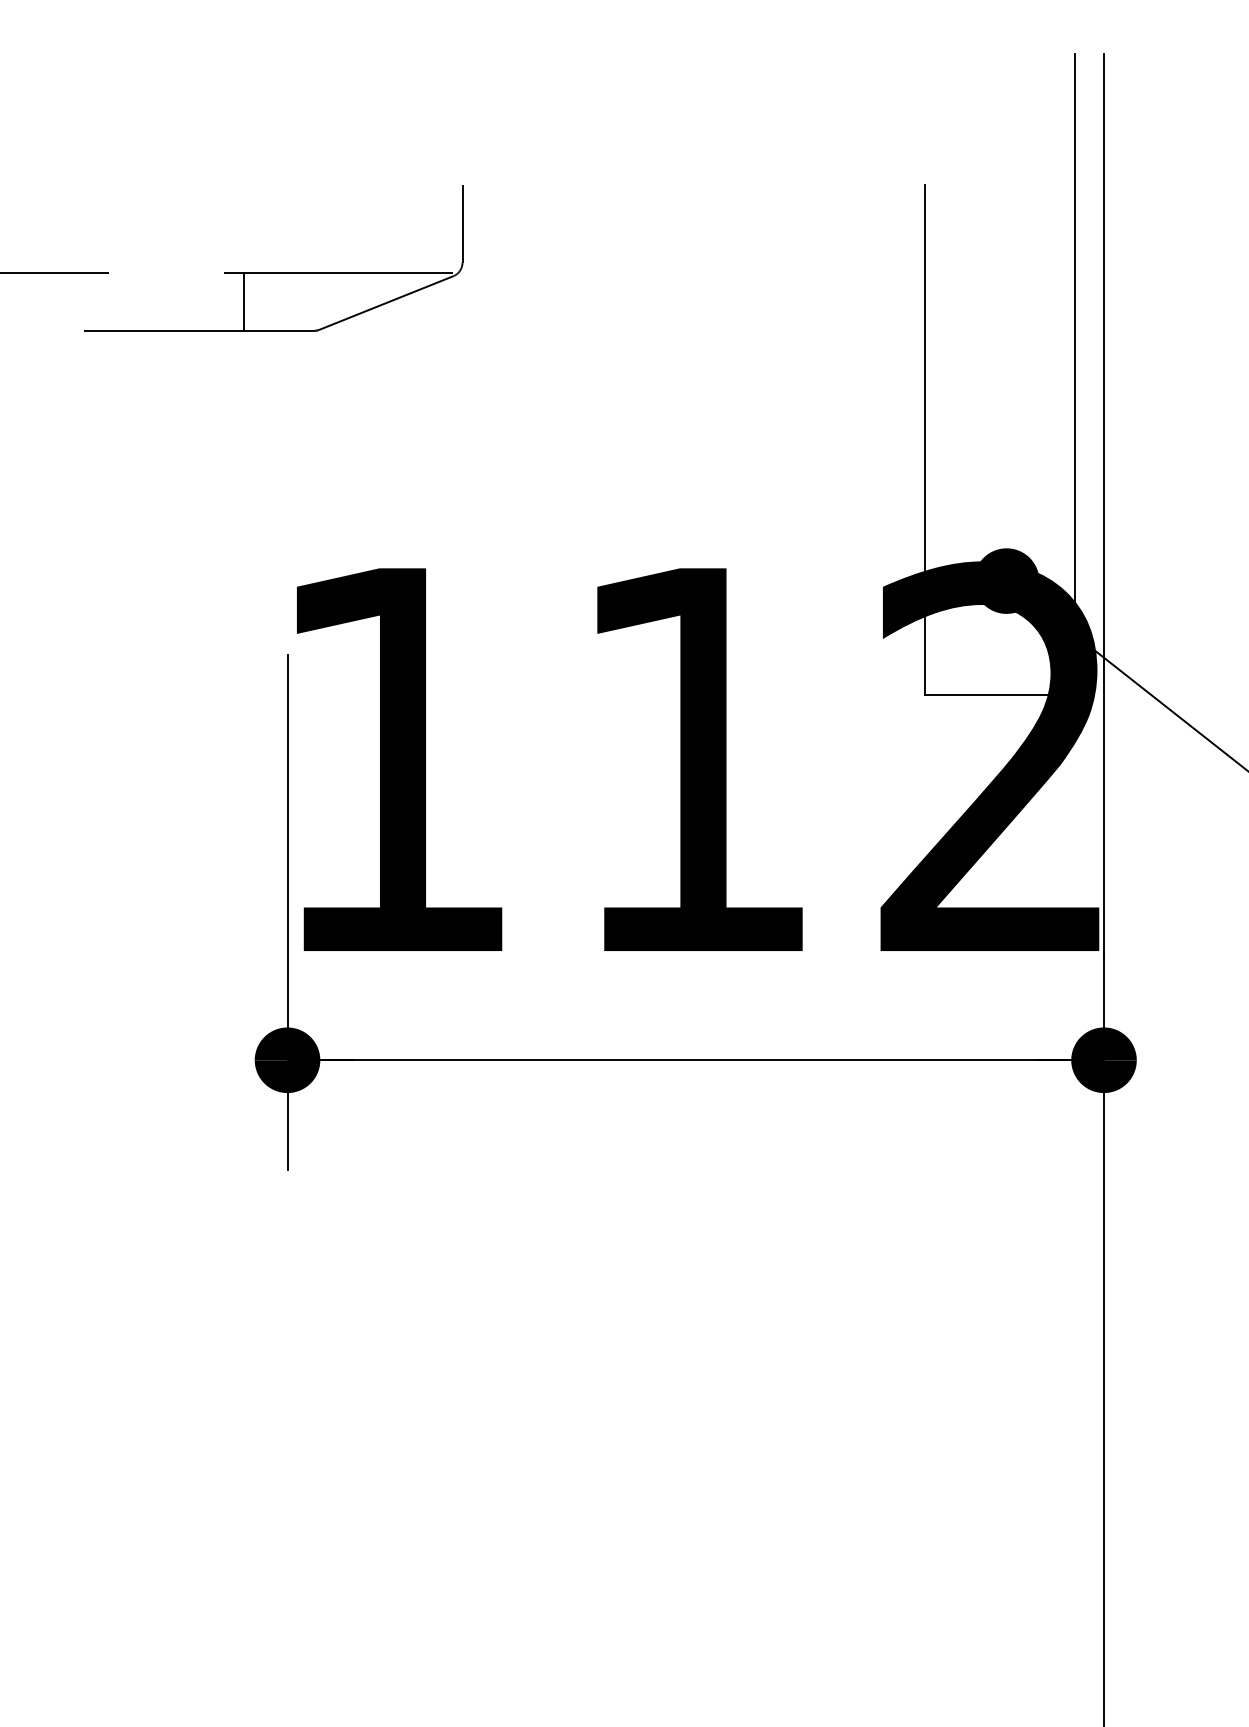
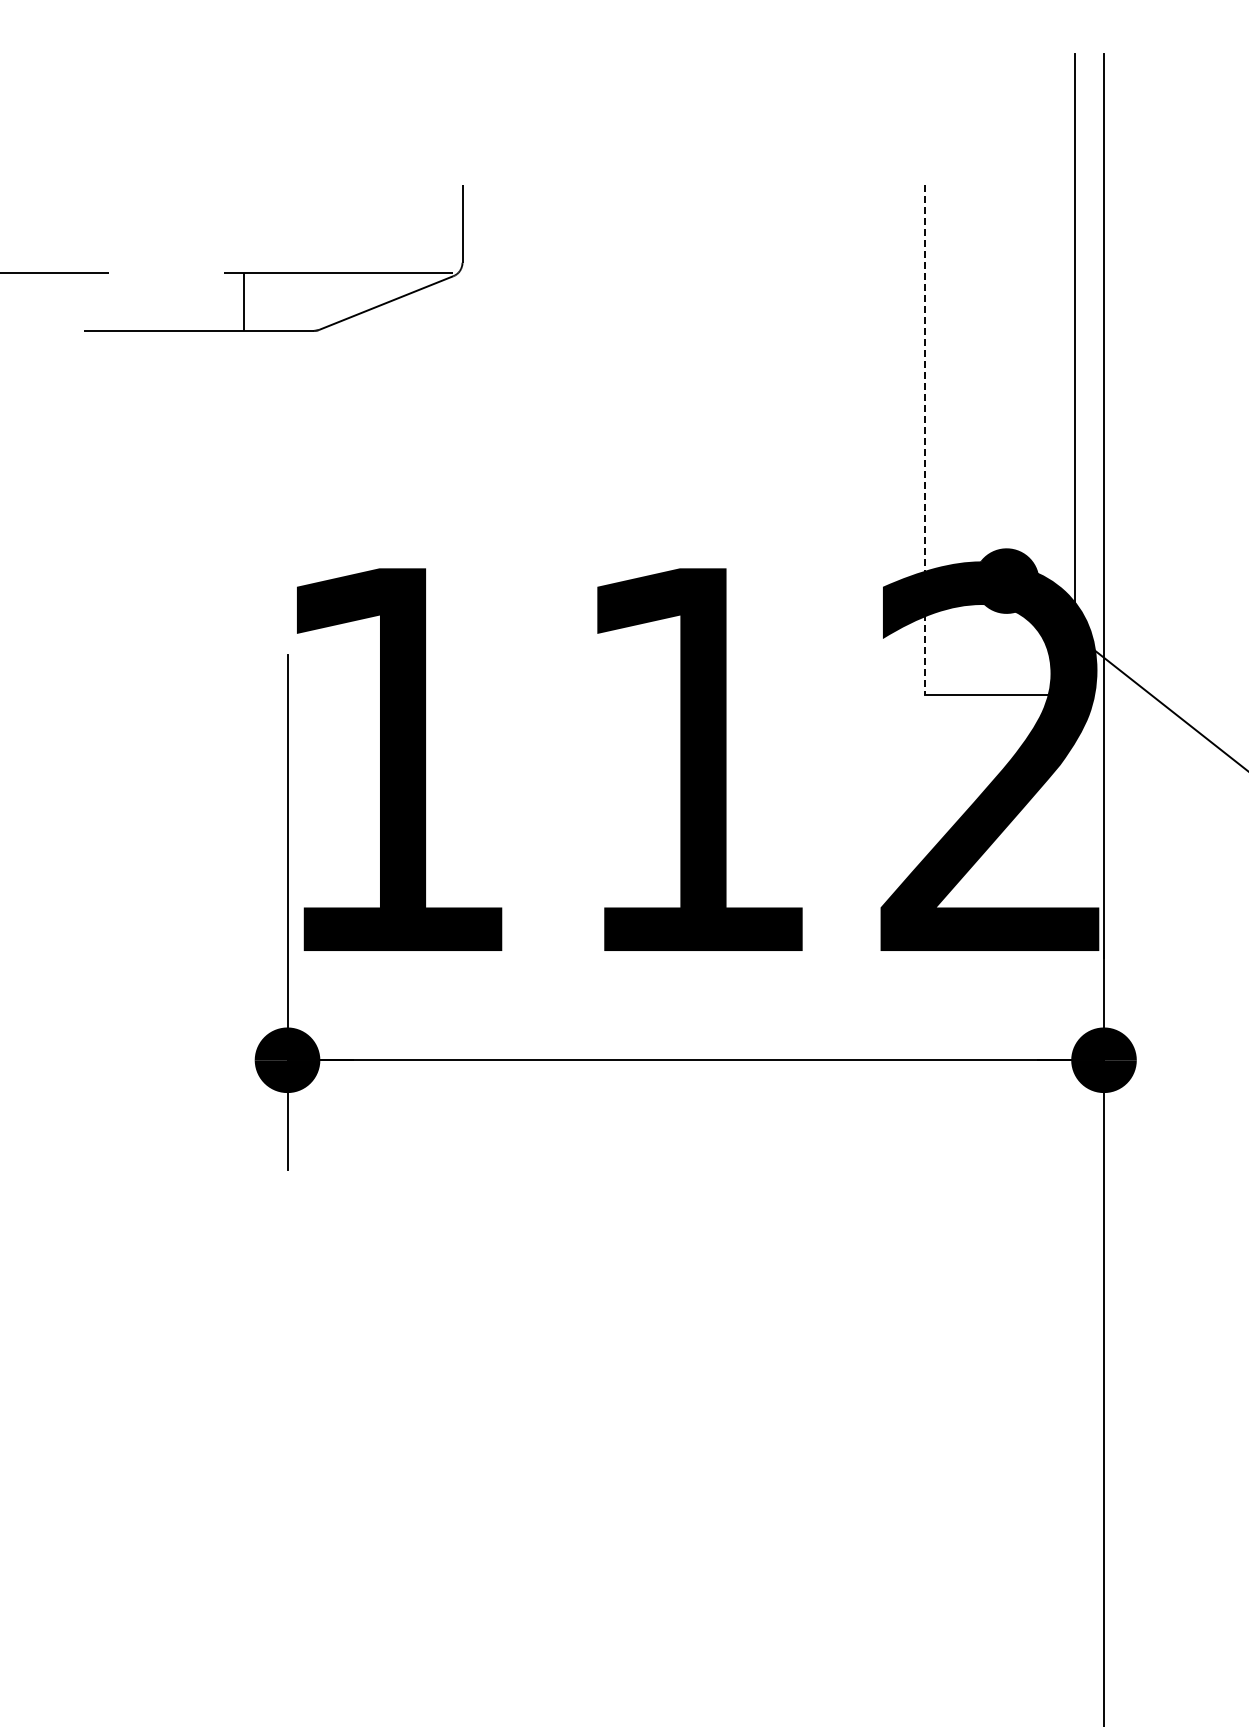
line at (925, 440): solid -> dashed
